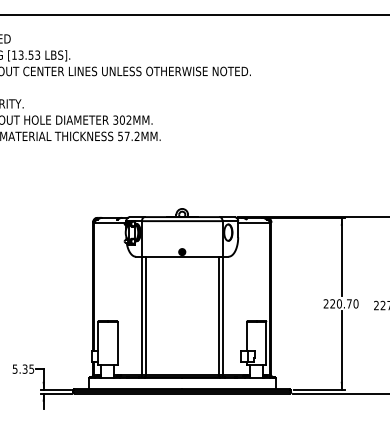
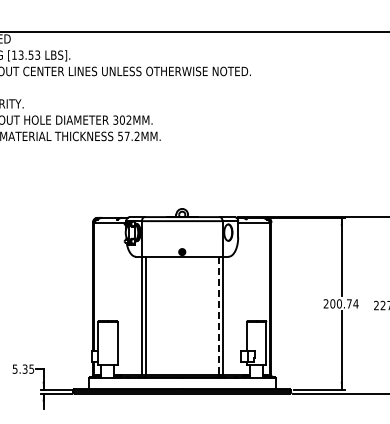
line at (194, 14) position: (194, 14) -> (194, 31)
text at (344, 303): 220.70 -> 200.74
line at (218, 316): solid -> dashed
